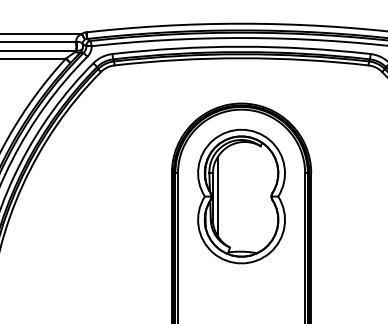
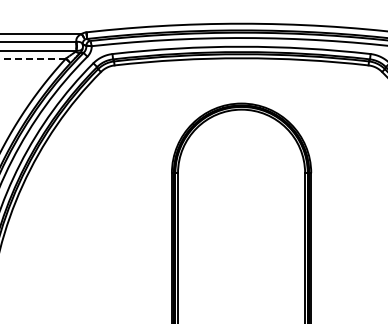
line at (33, 58): solid -> dashed
part at (241, 196): present -> none
